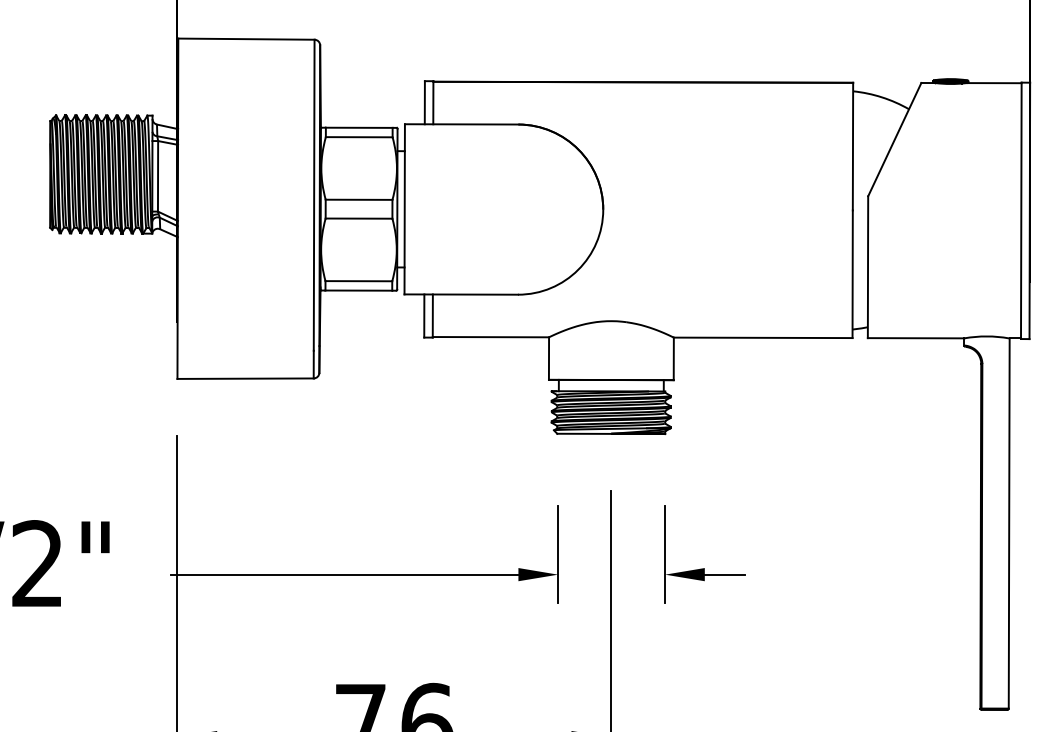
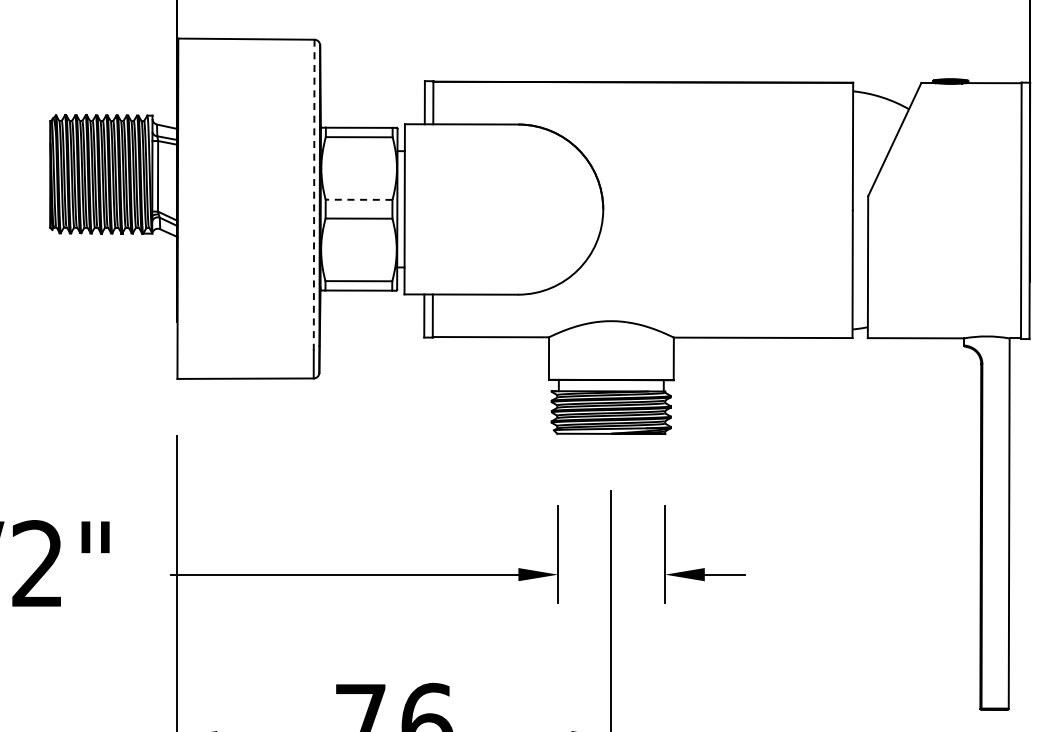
line at (314, 195): solid -> dashed
line at (358, 199): solid -> dashed
